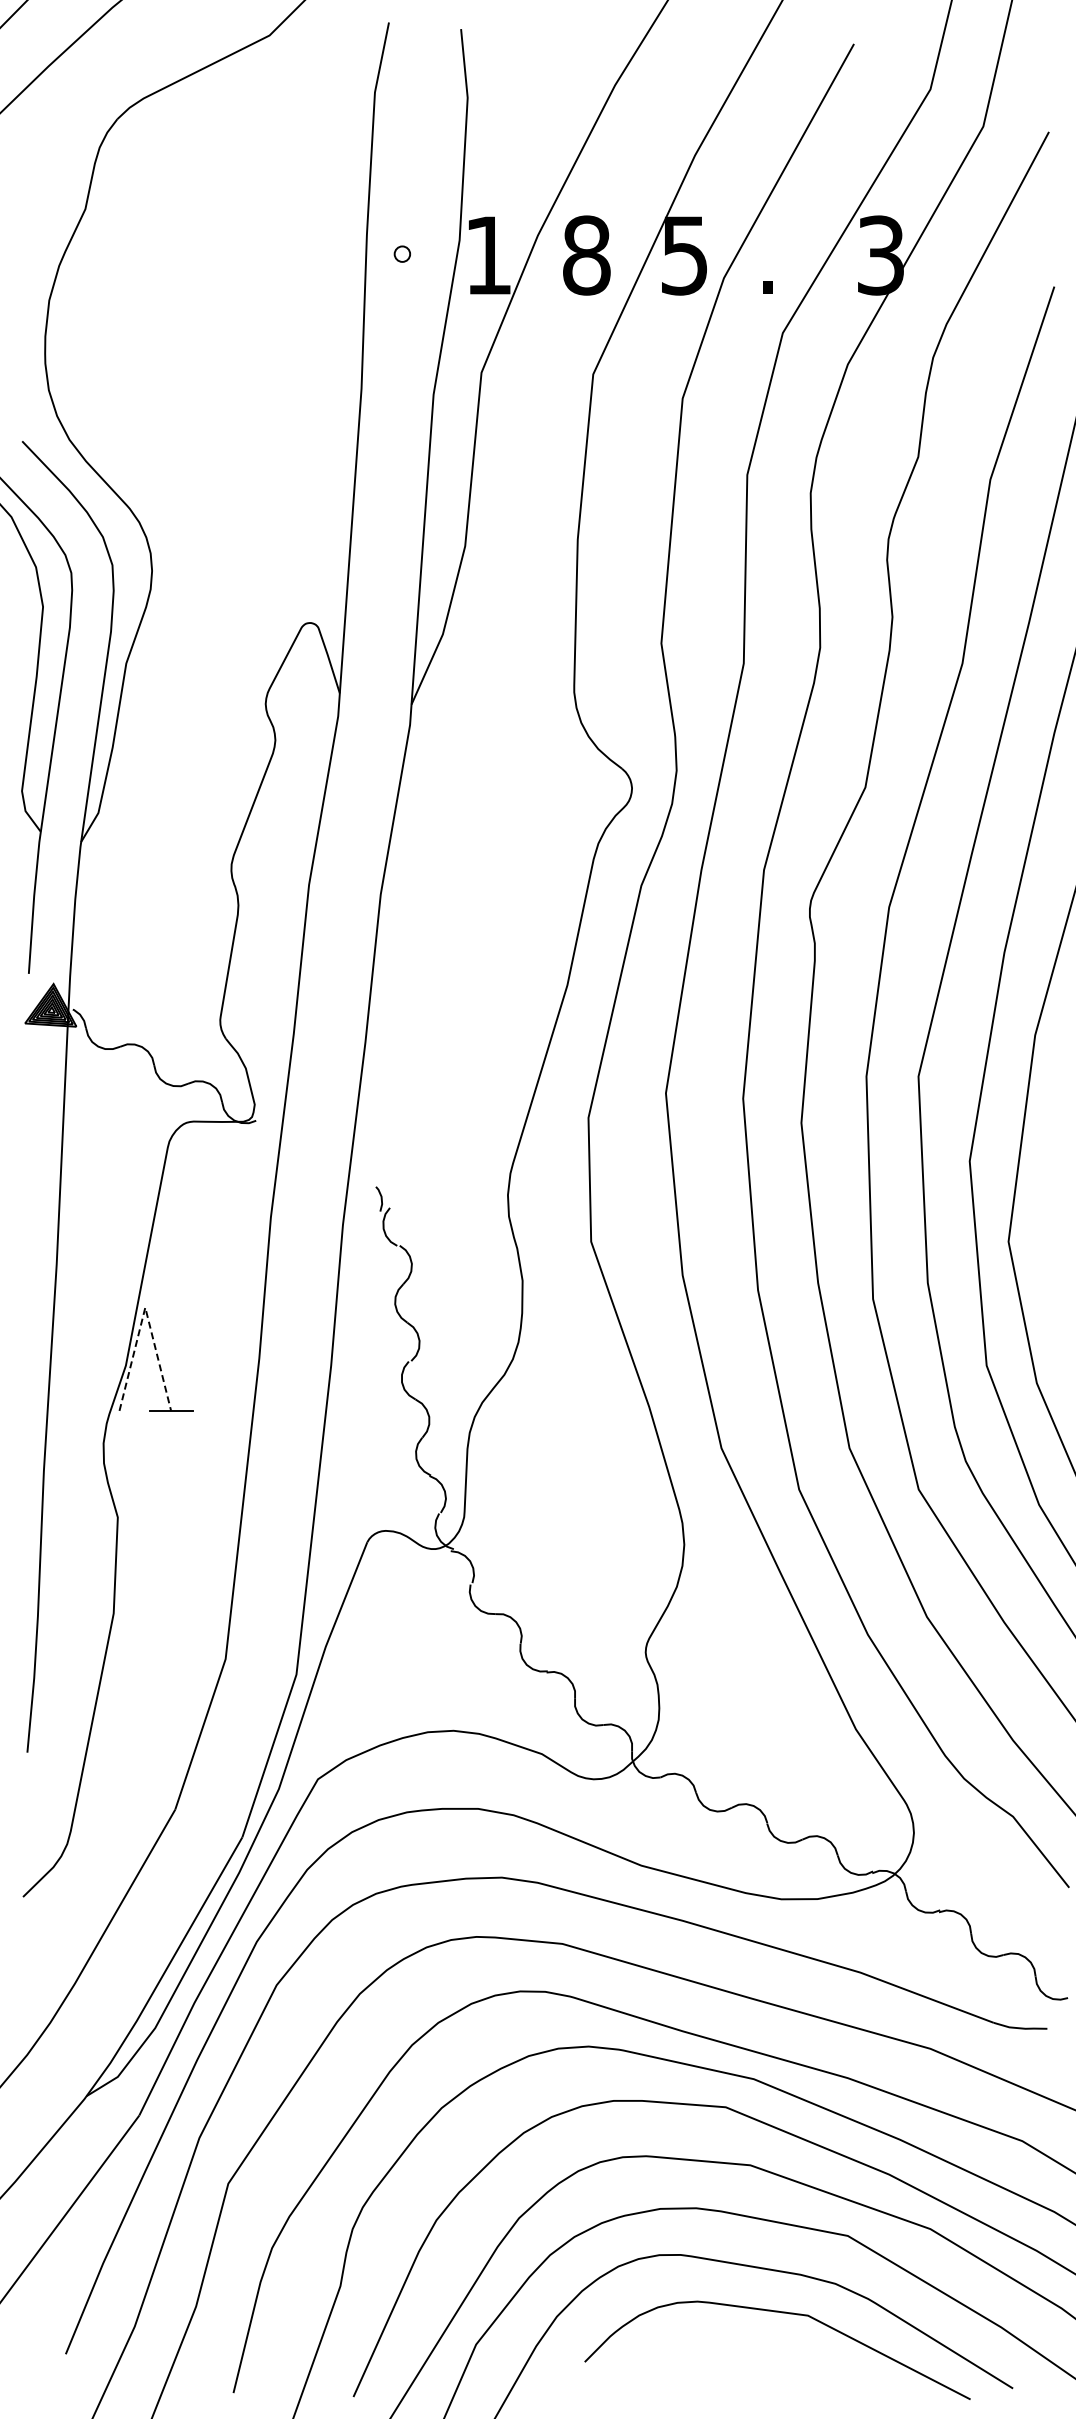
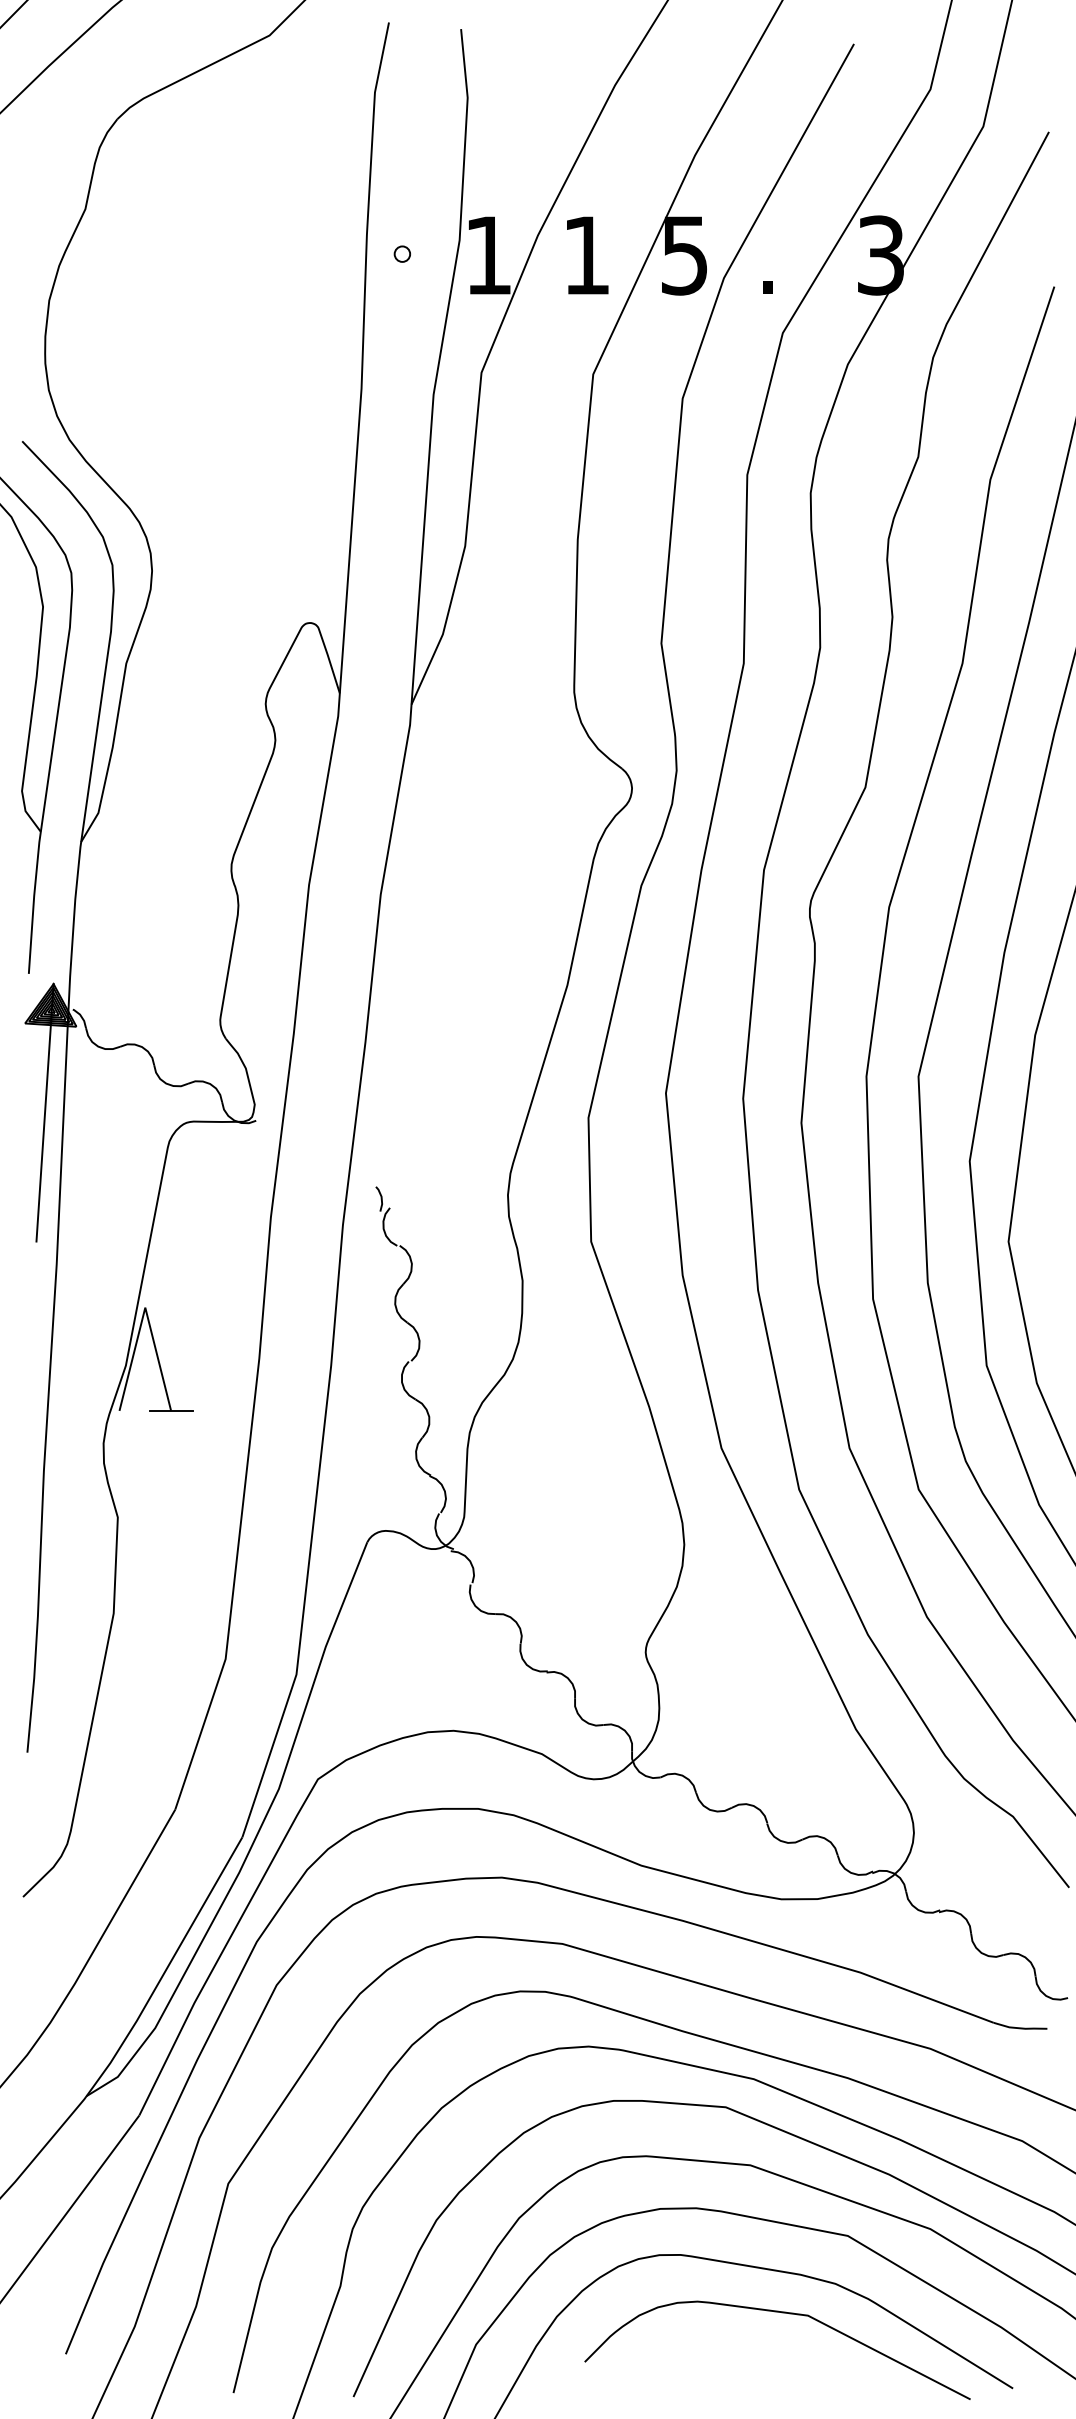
text at (586, 255): 8 -> 1
line at (44, 1112): none -> present
line at (145, 1307): dashed -> solid
